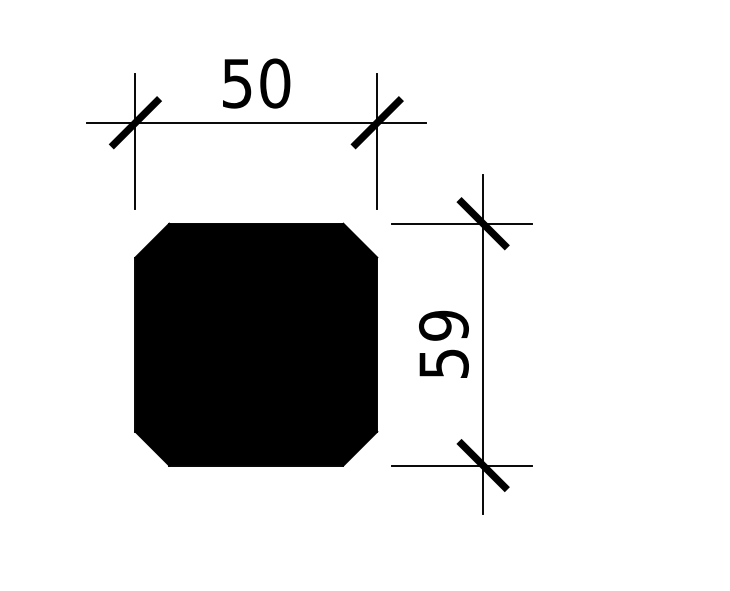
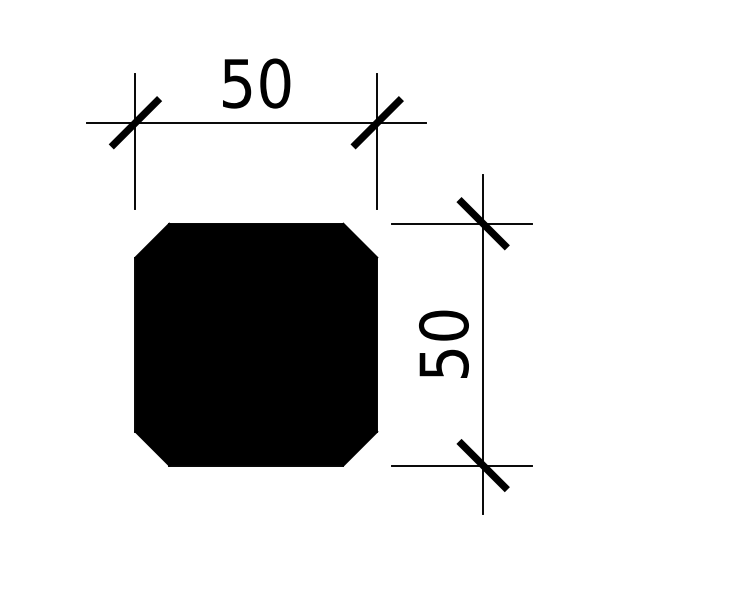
text at (443, 325): 59 -> 50
